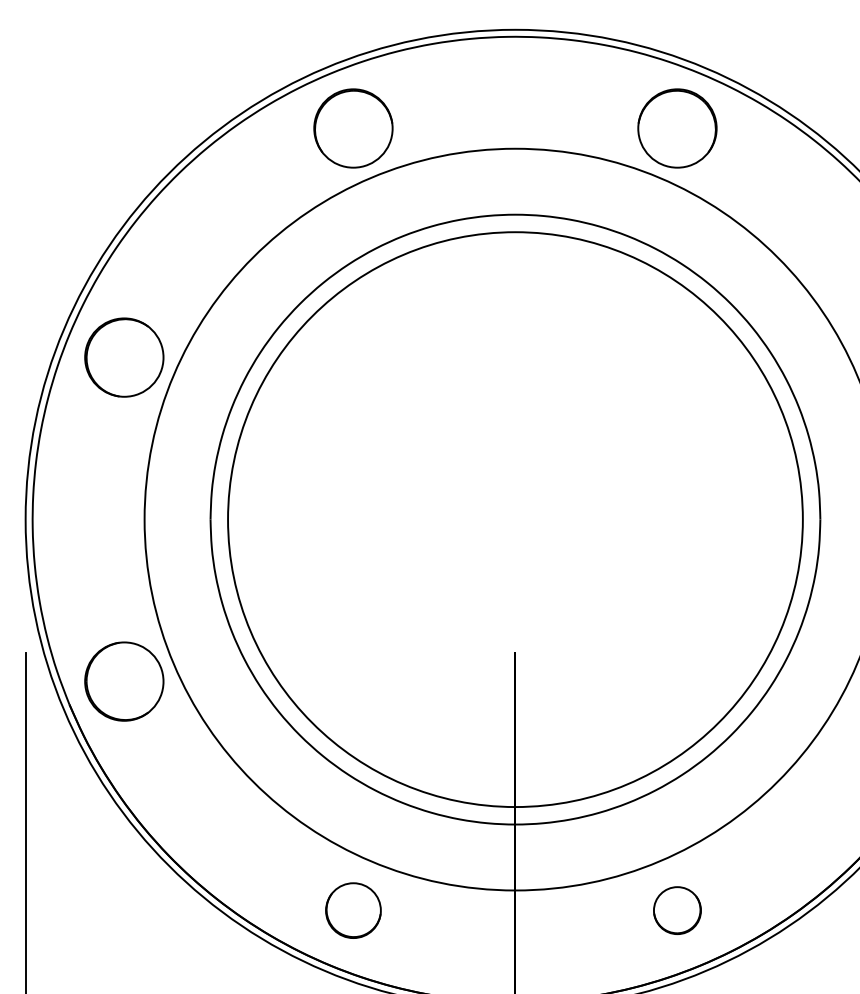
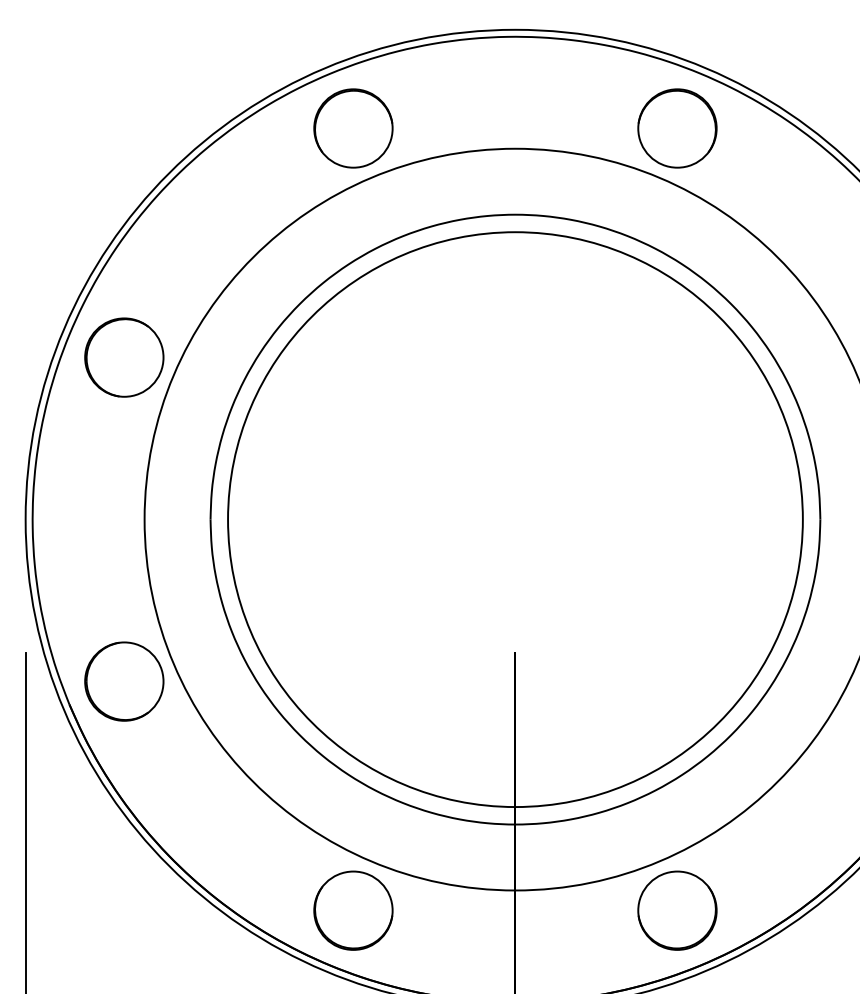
circle at (353, 910) size: 57x57 px -> 81x81 px
circle at (677, 910) size: 49x49 px -> 81x81 px
